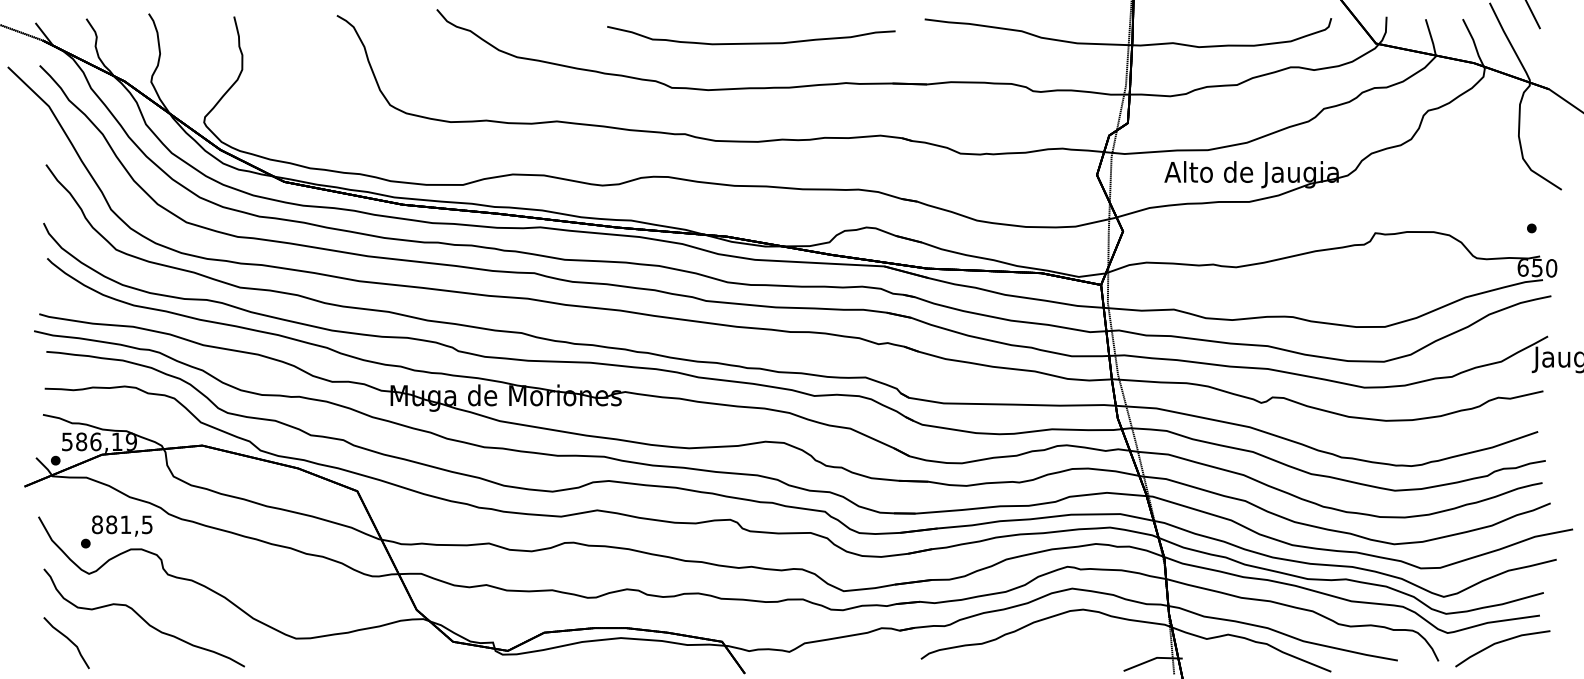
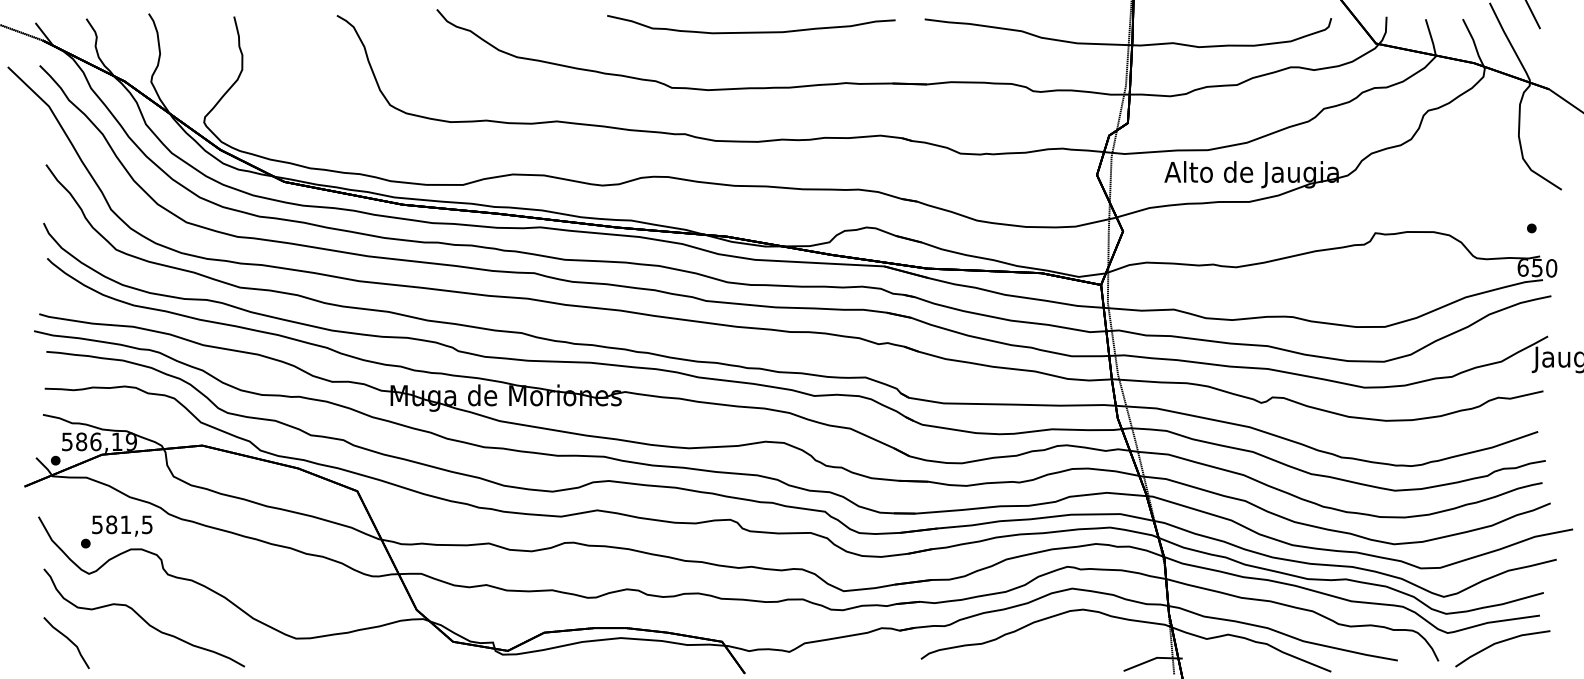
part at (751, 42) position: (751, 42) -> (751, 31)
text at (97, 524): 881,5 -> 581,5
